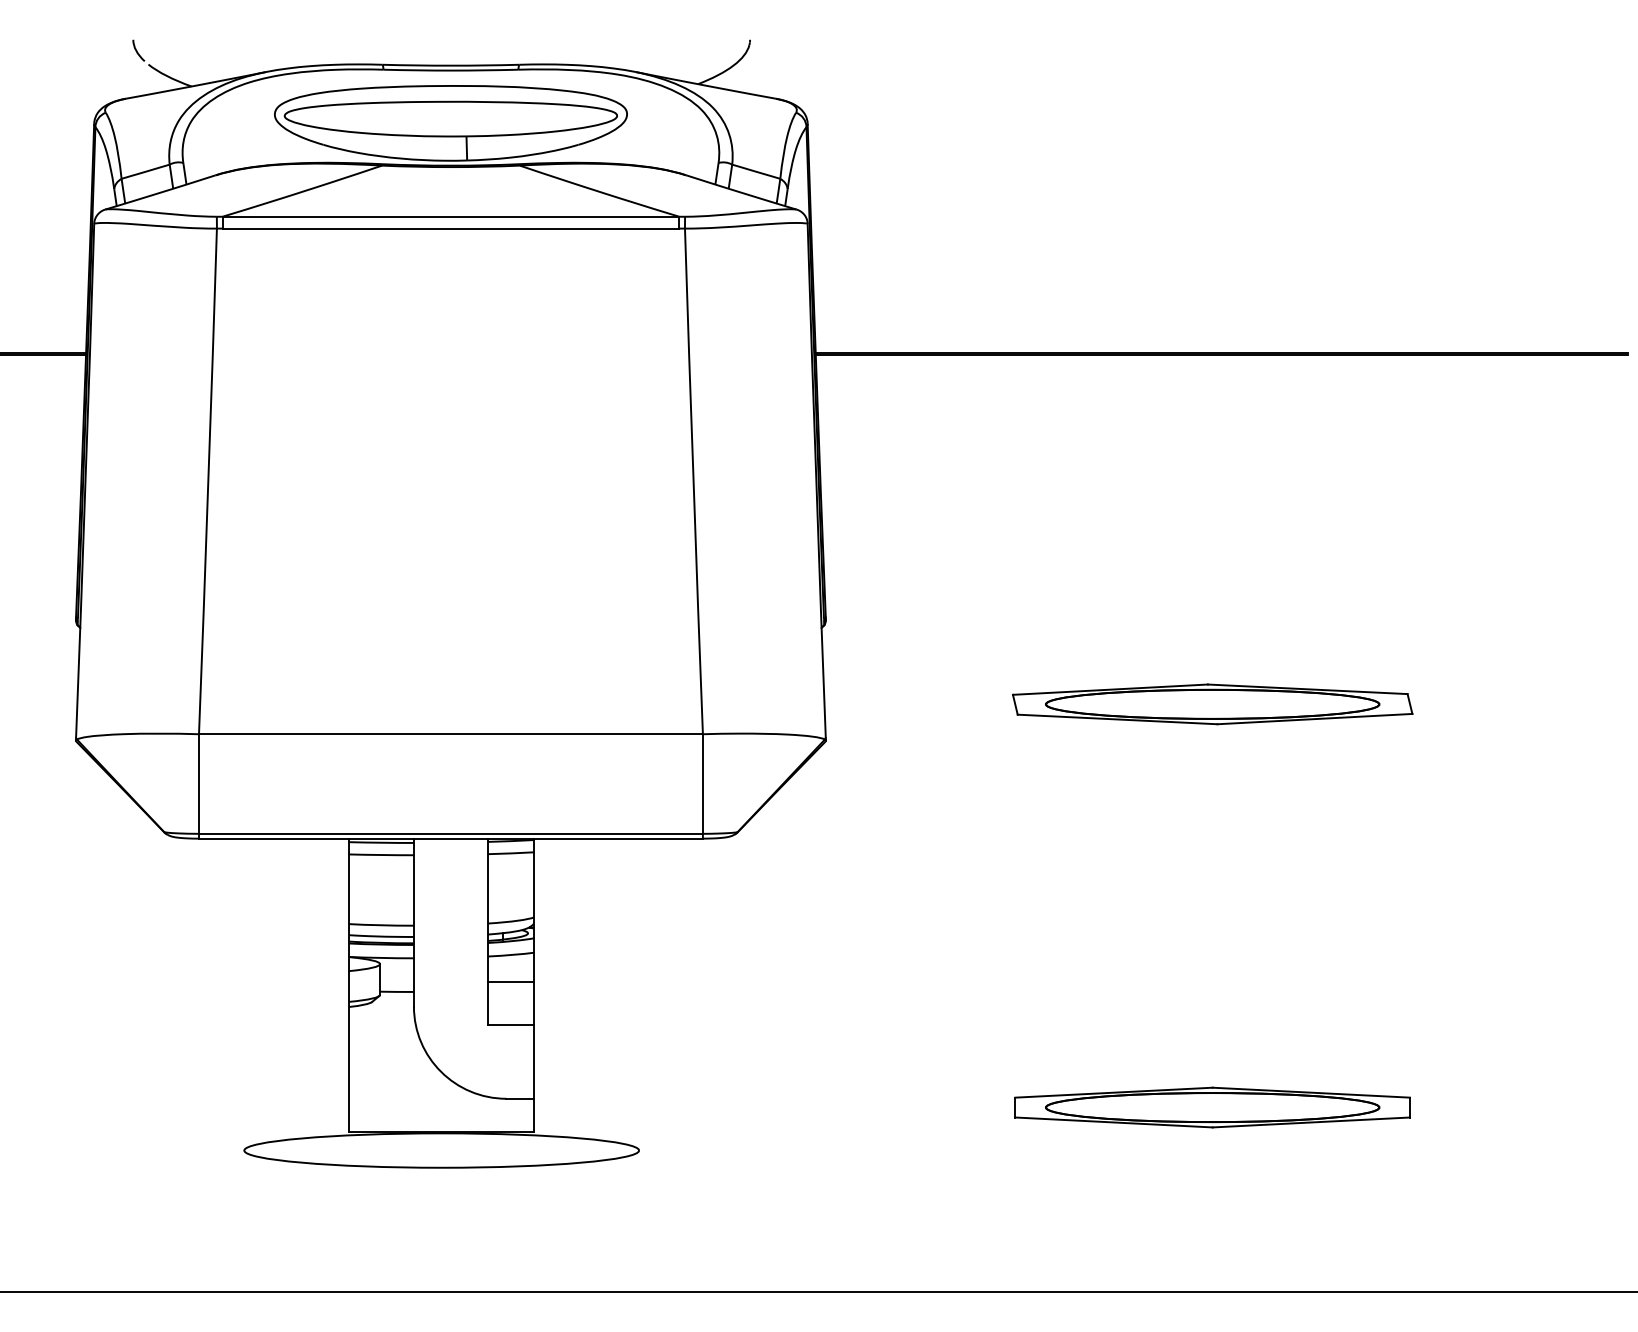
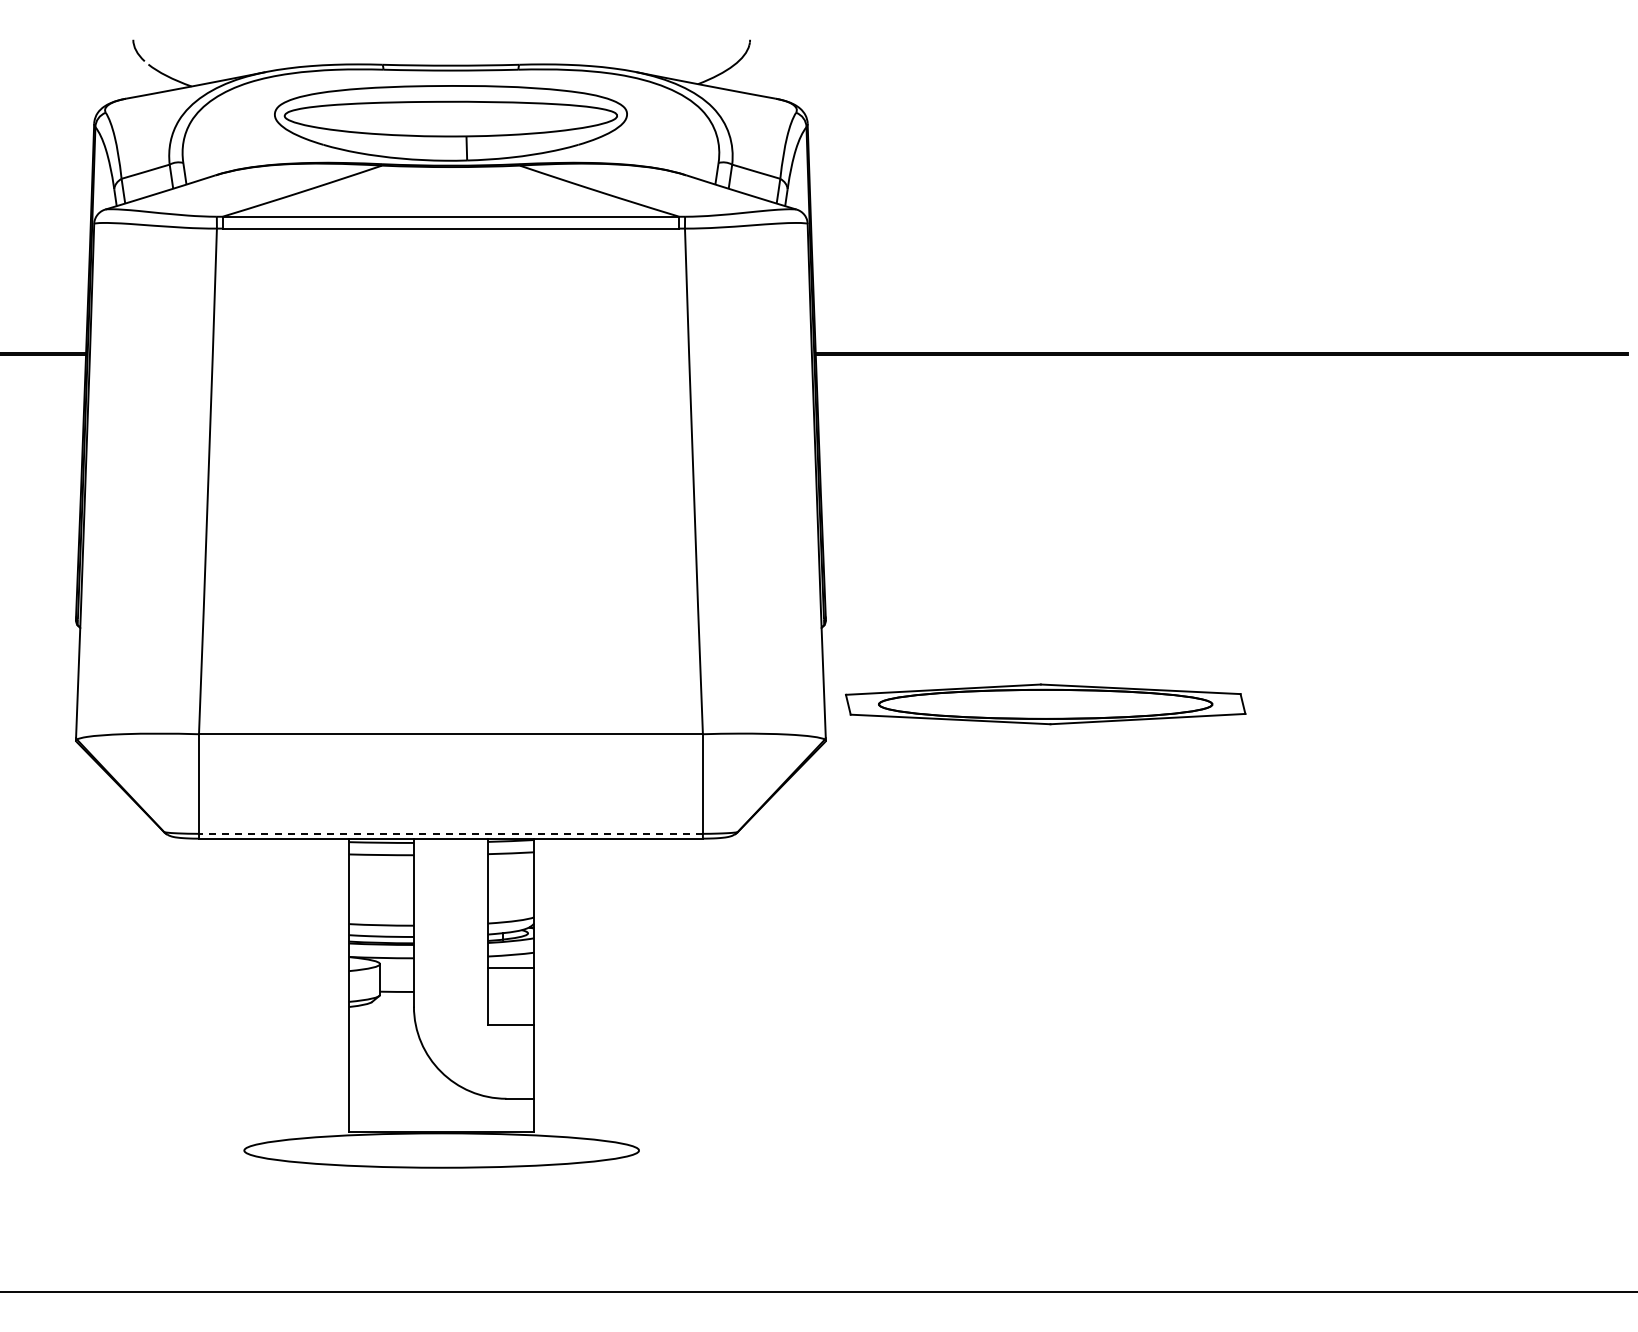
part at (1212, 704) position: (1212, 704) -> (1045, 704)
line at (450, 833): solid -> dashed
line at (510, 982) position: (510, 982) -> (510, 968)
part at (1212, 1107): present -> none
